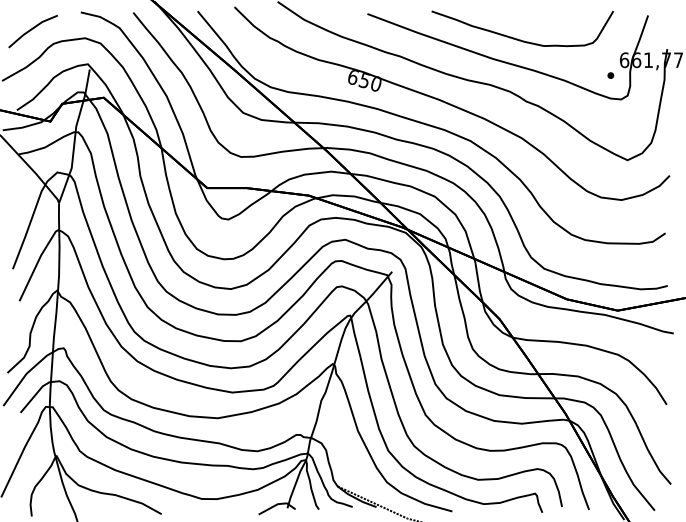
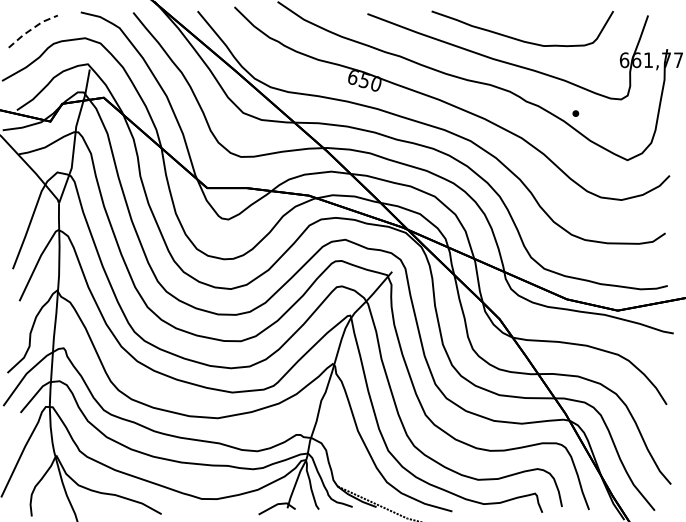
line at (31, 29): solid -> dashed
part at (610, 75) position: (610, 75) -> (575, 113)
